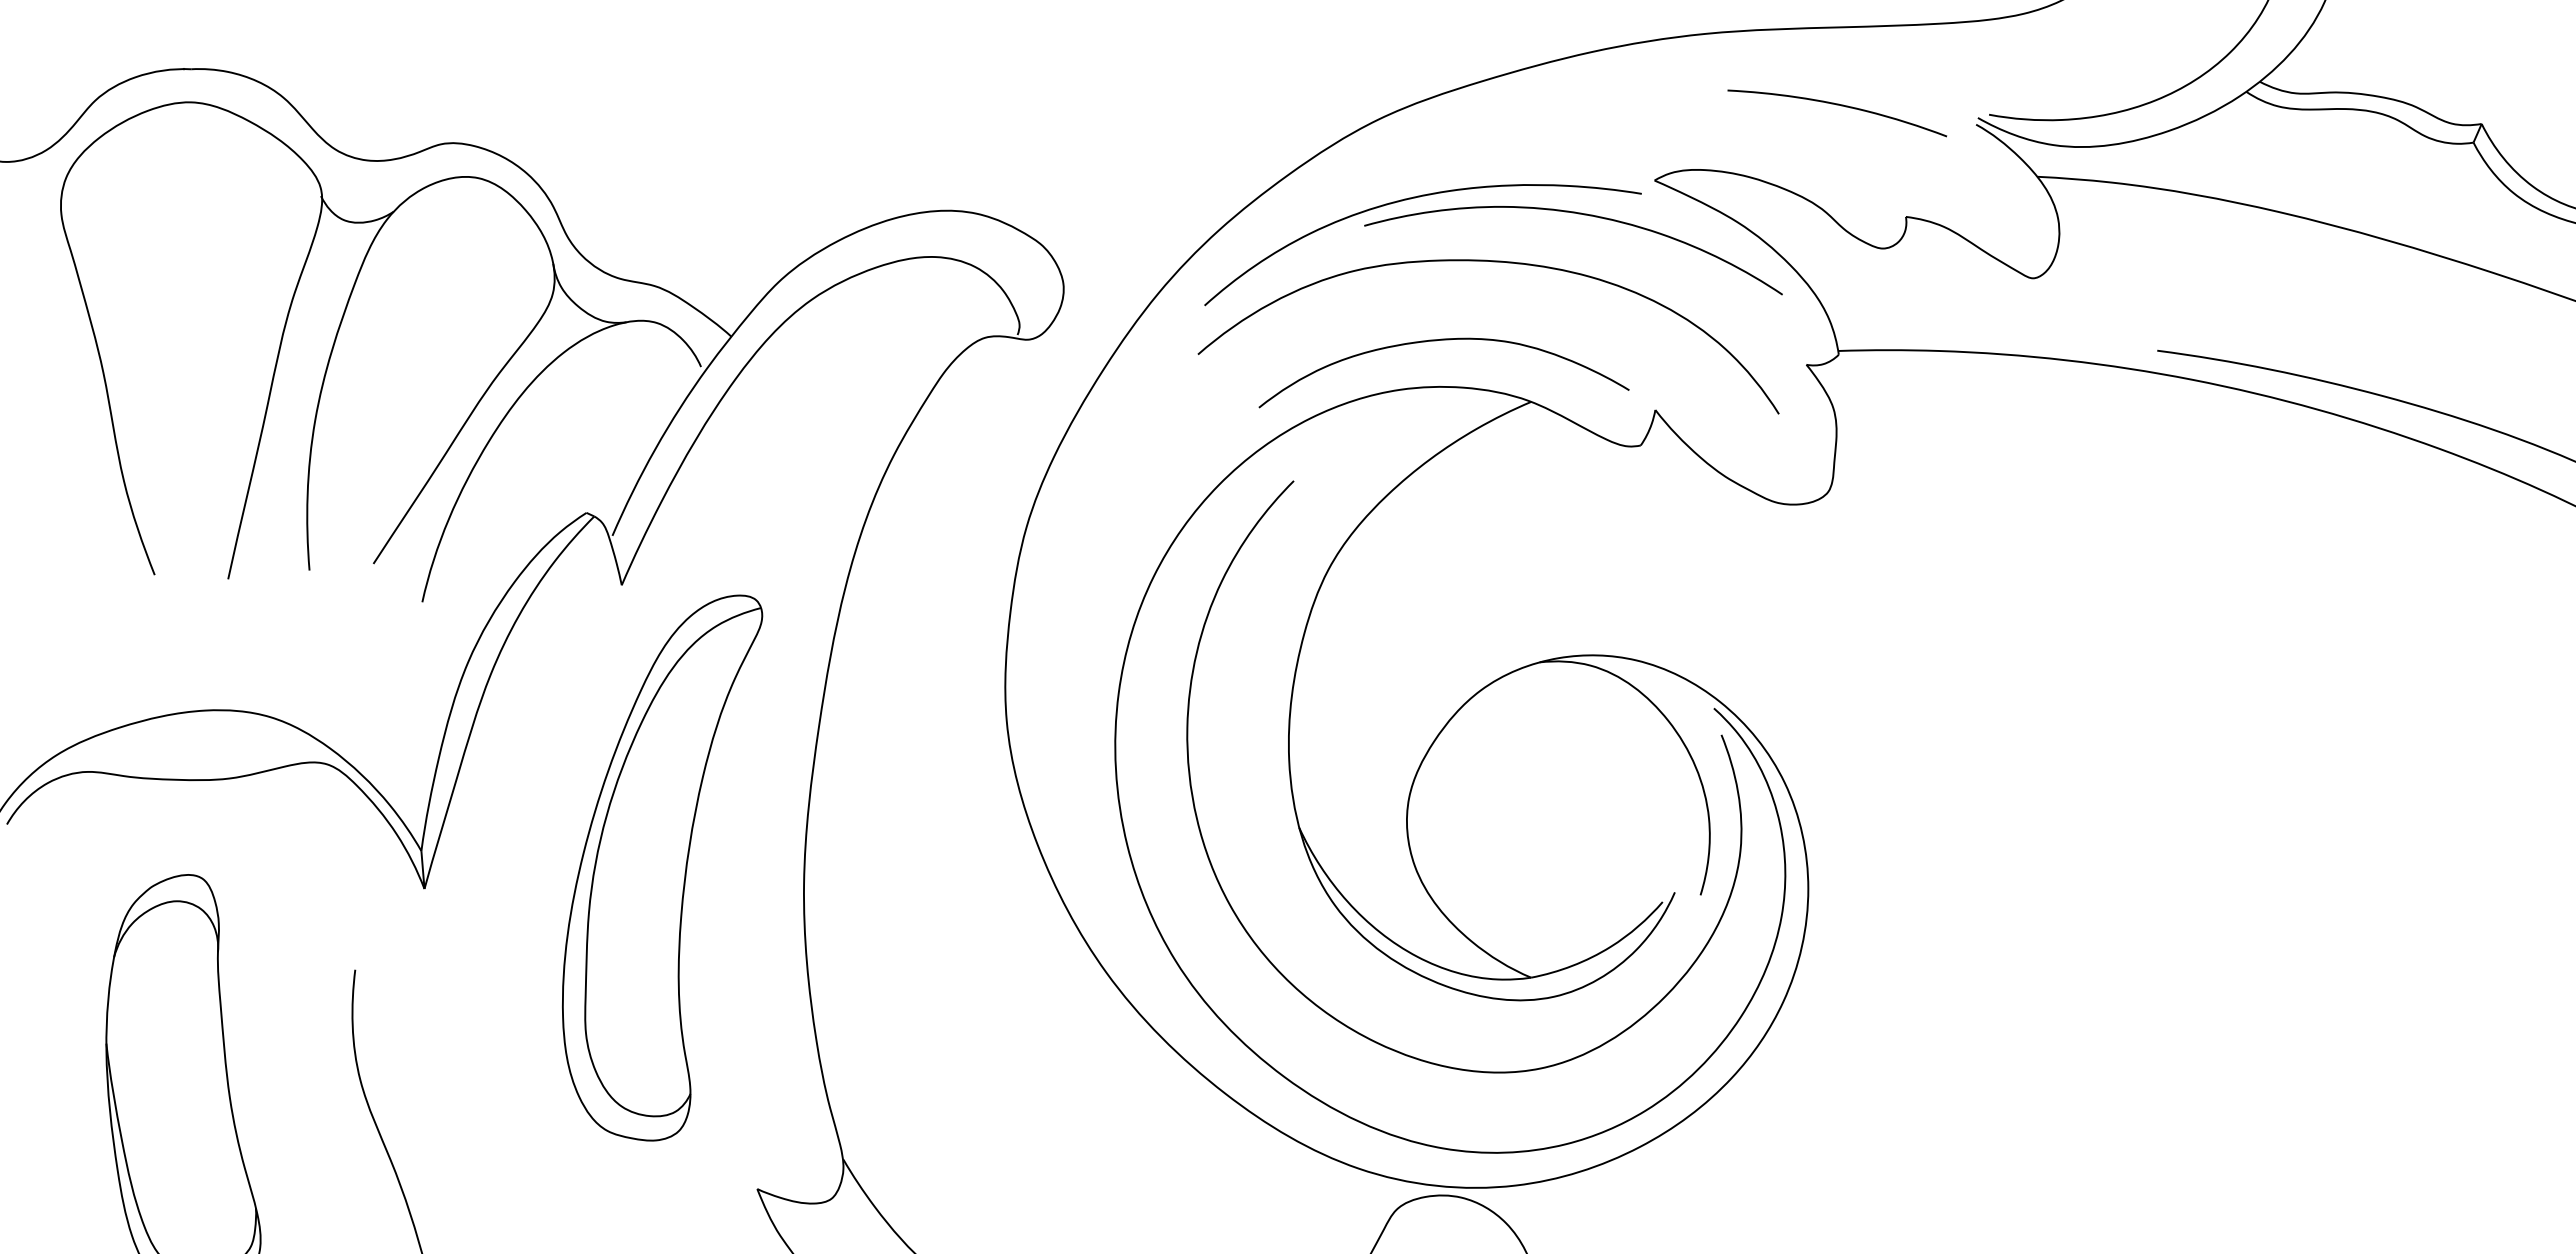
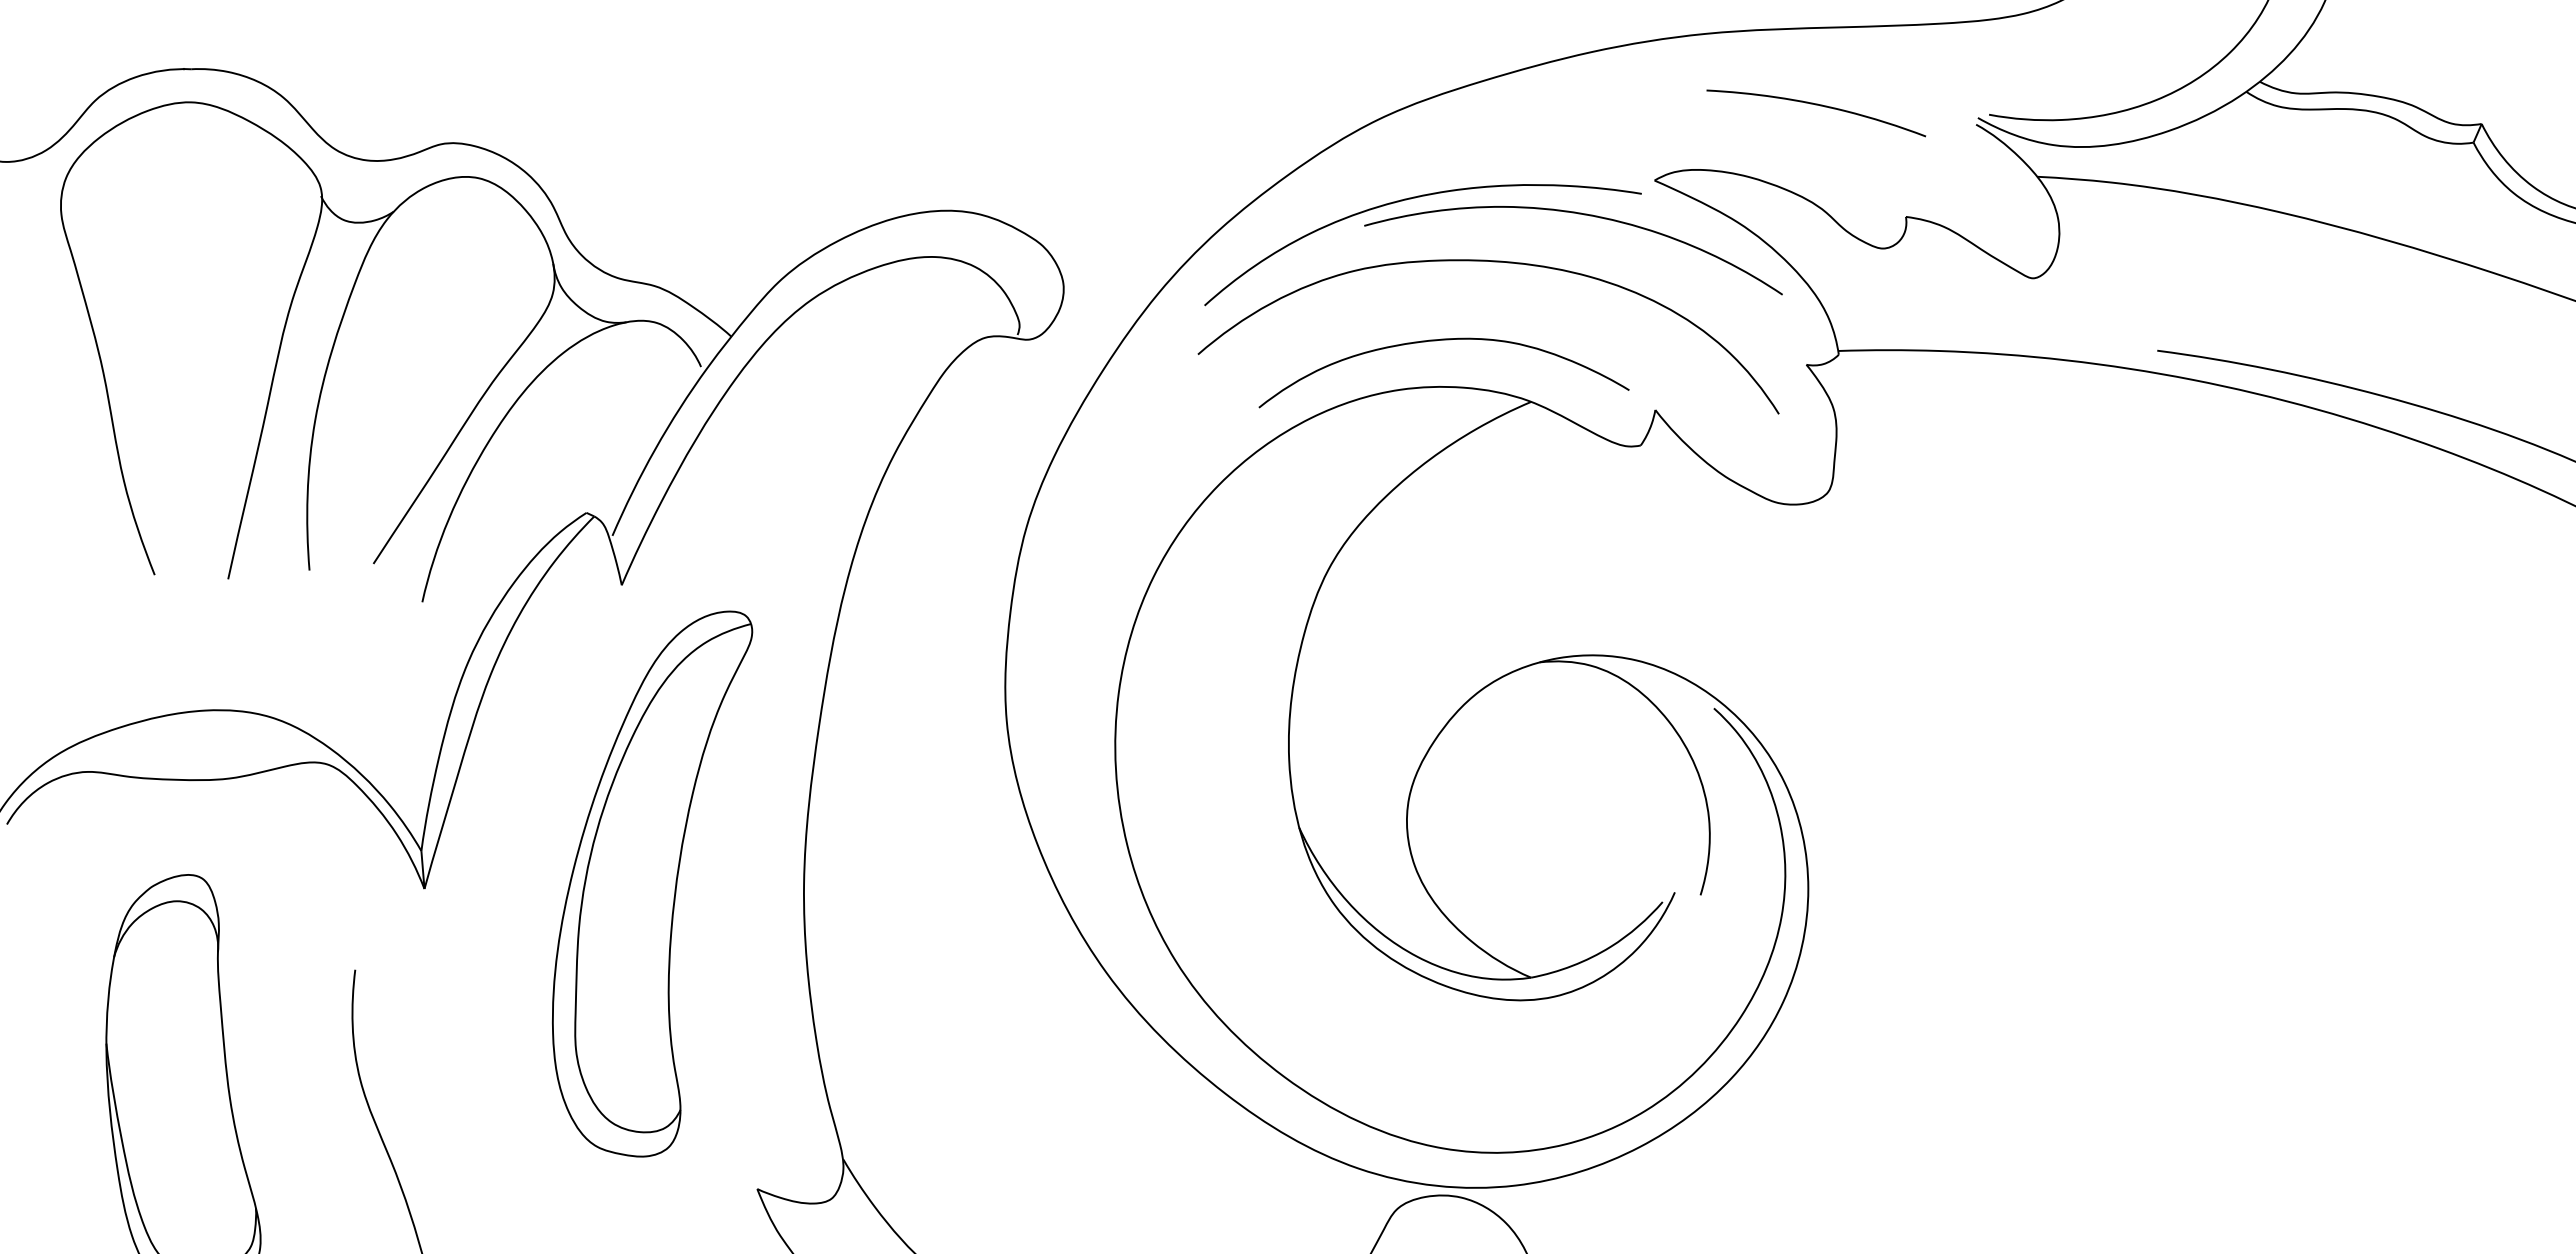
curve at (1837, 105) position: (1837, 105) -> (1816, 105)
curve at (1720, 735): present -> none
part at (662, 867) position: (662, 867) -> (652, 883)
